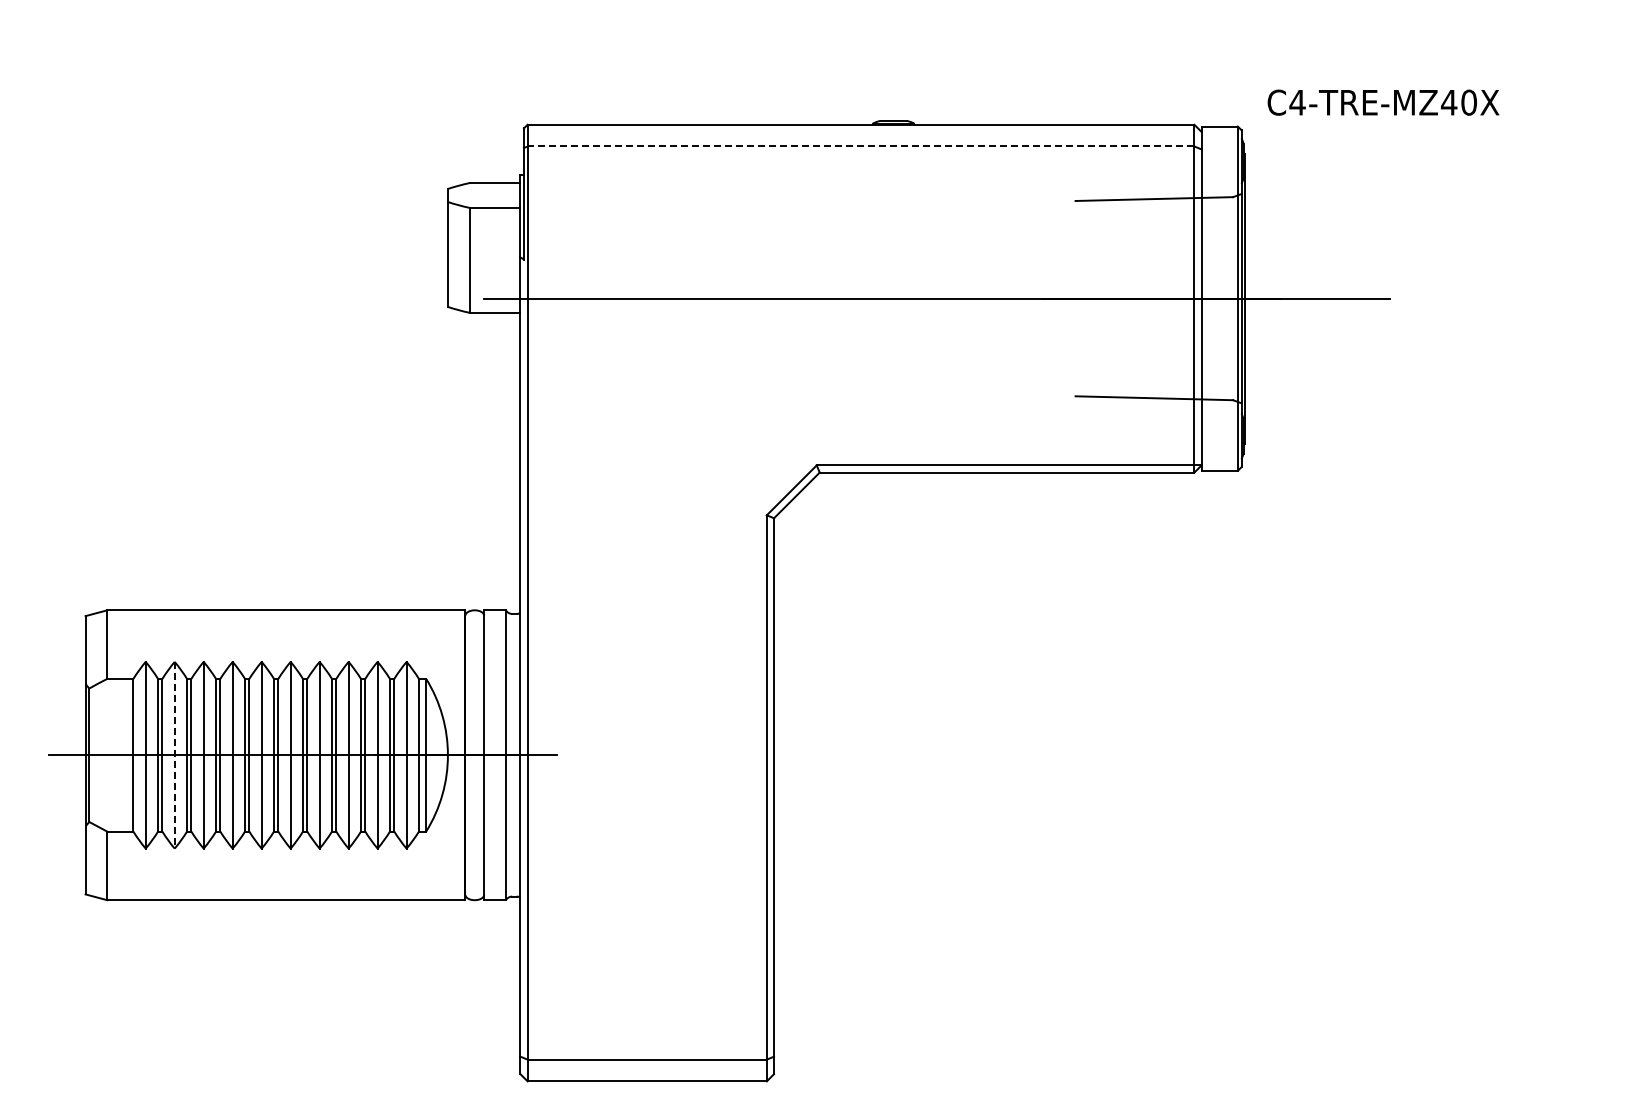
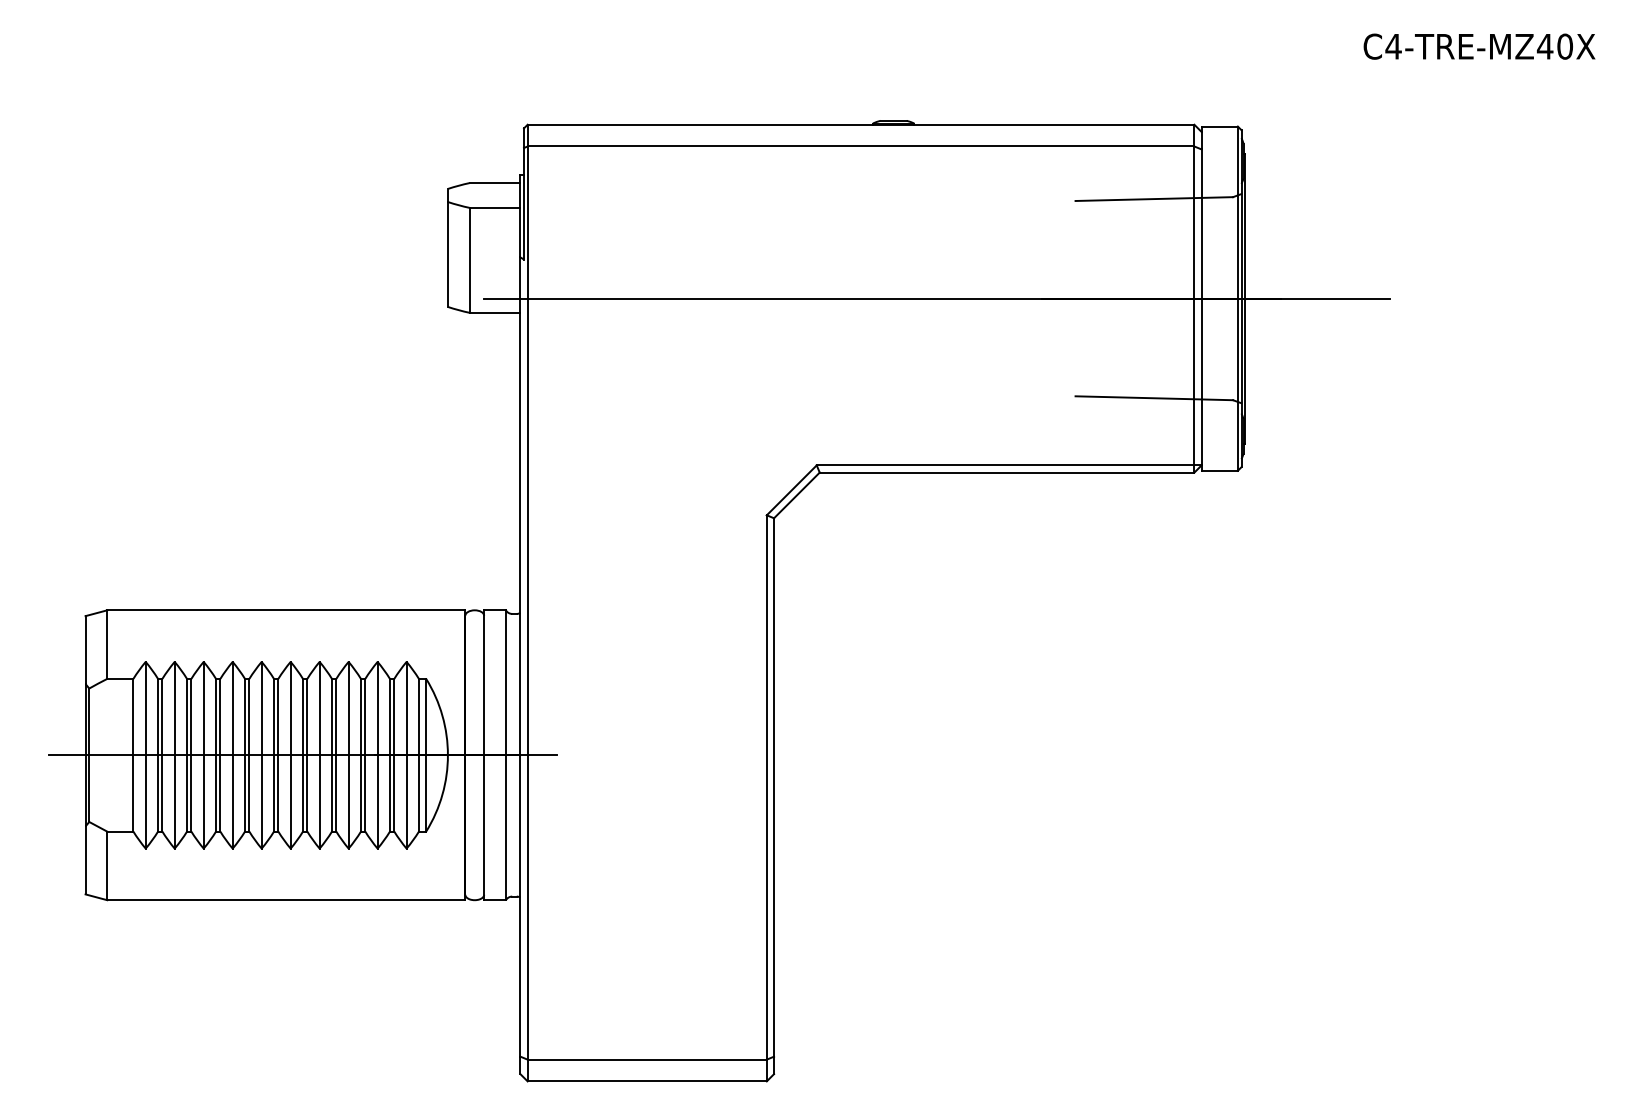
text at (1383, 102) position: (1383, 102) -> (1479, 46)
line at (860, 146): dashed -> solid
line at (174, 755): dashed -> solid
